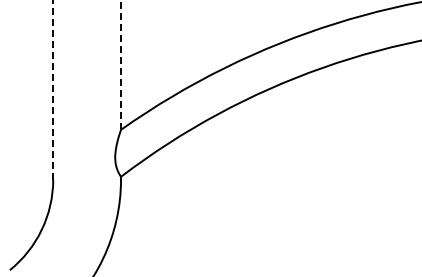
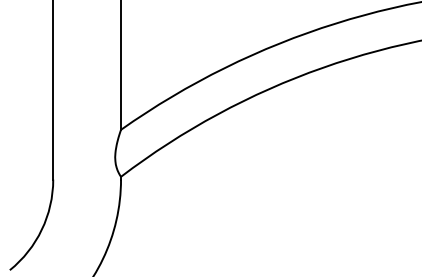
line at (121, 64): dashed -> solid
line at (53, 89): dashed -> solid
